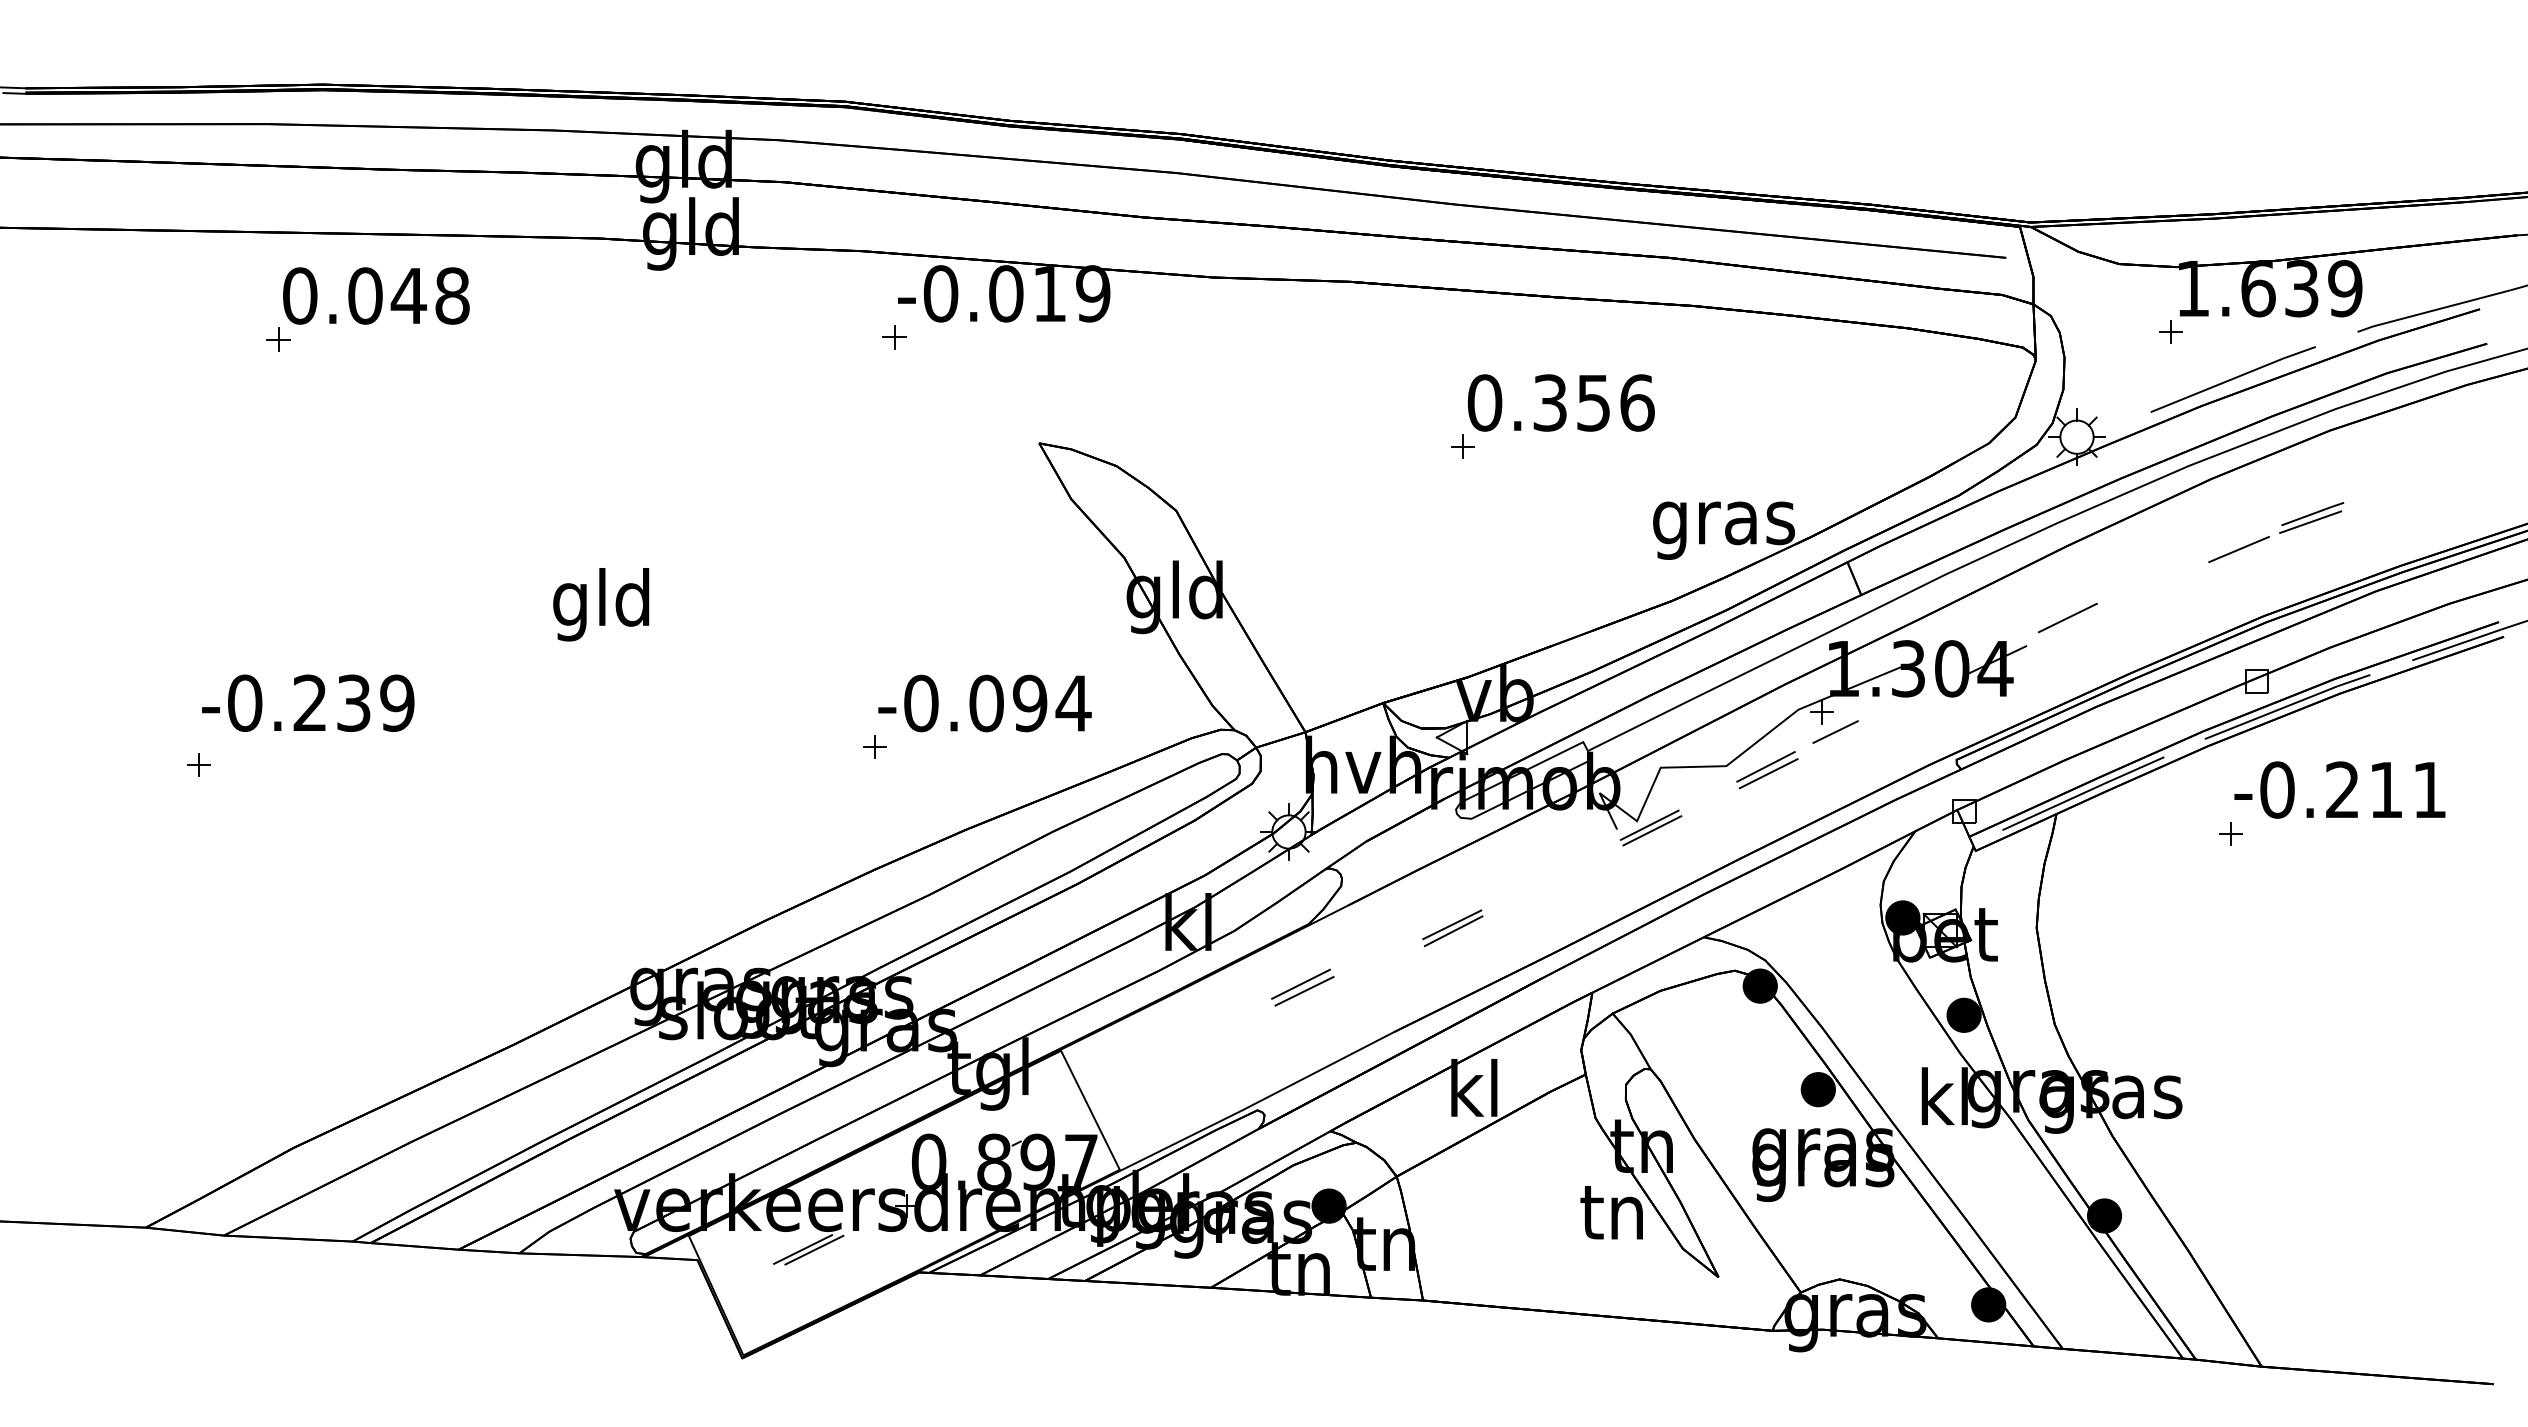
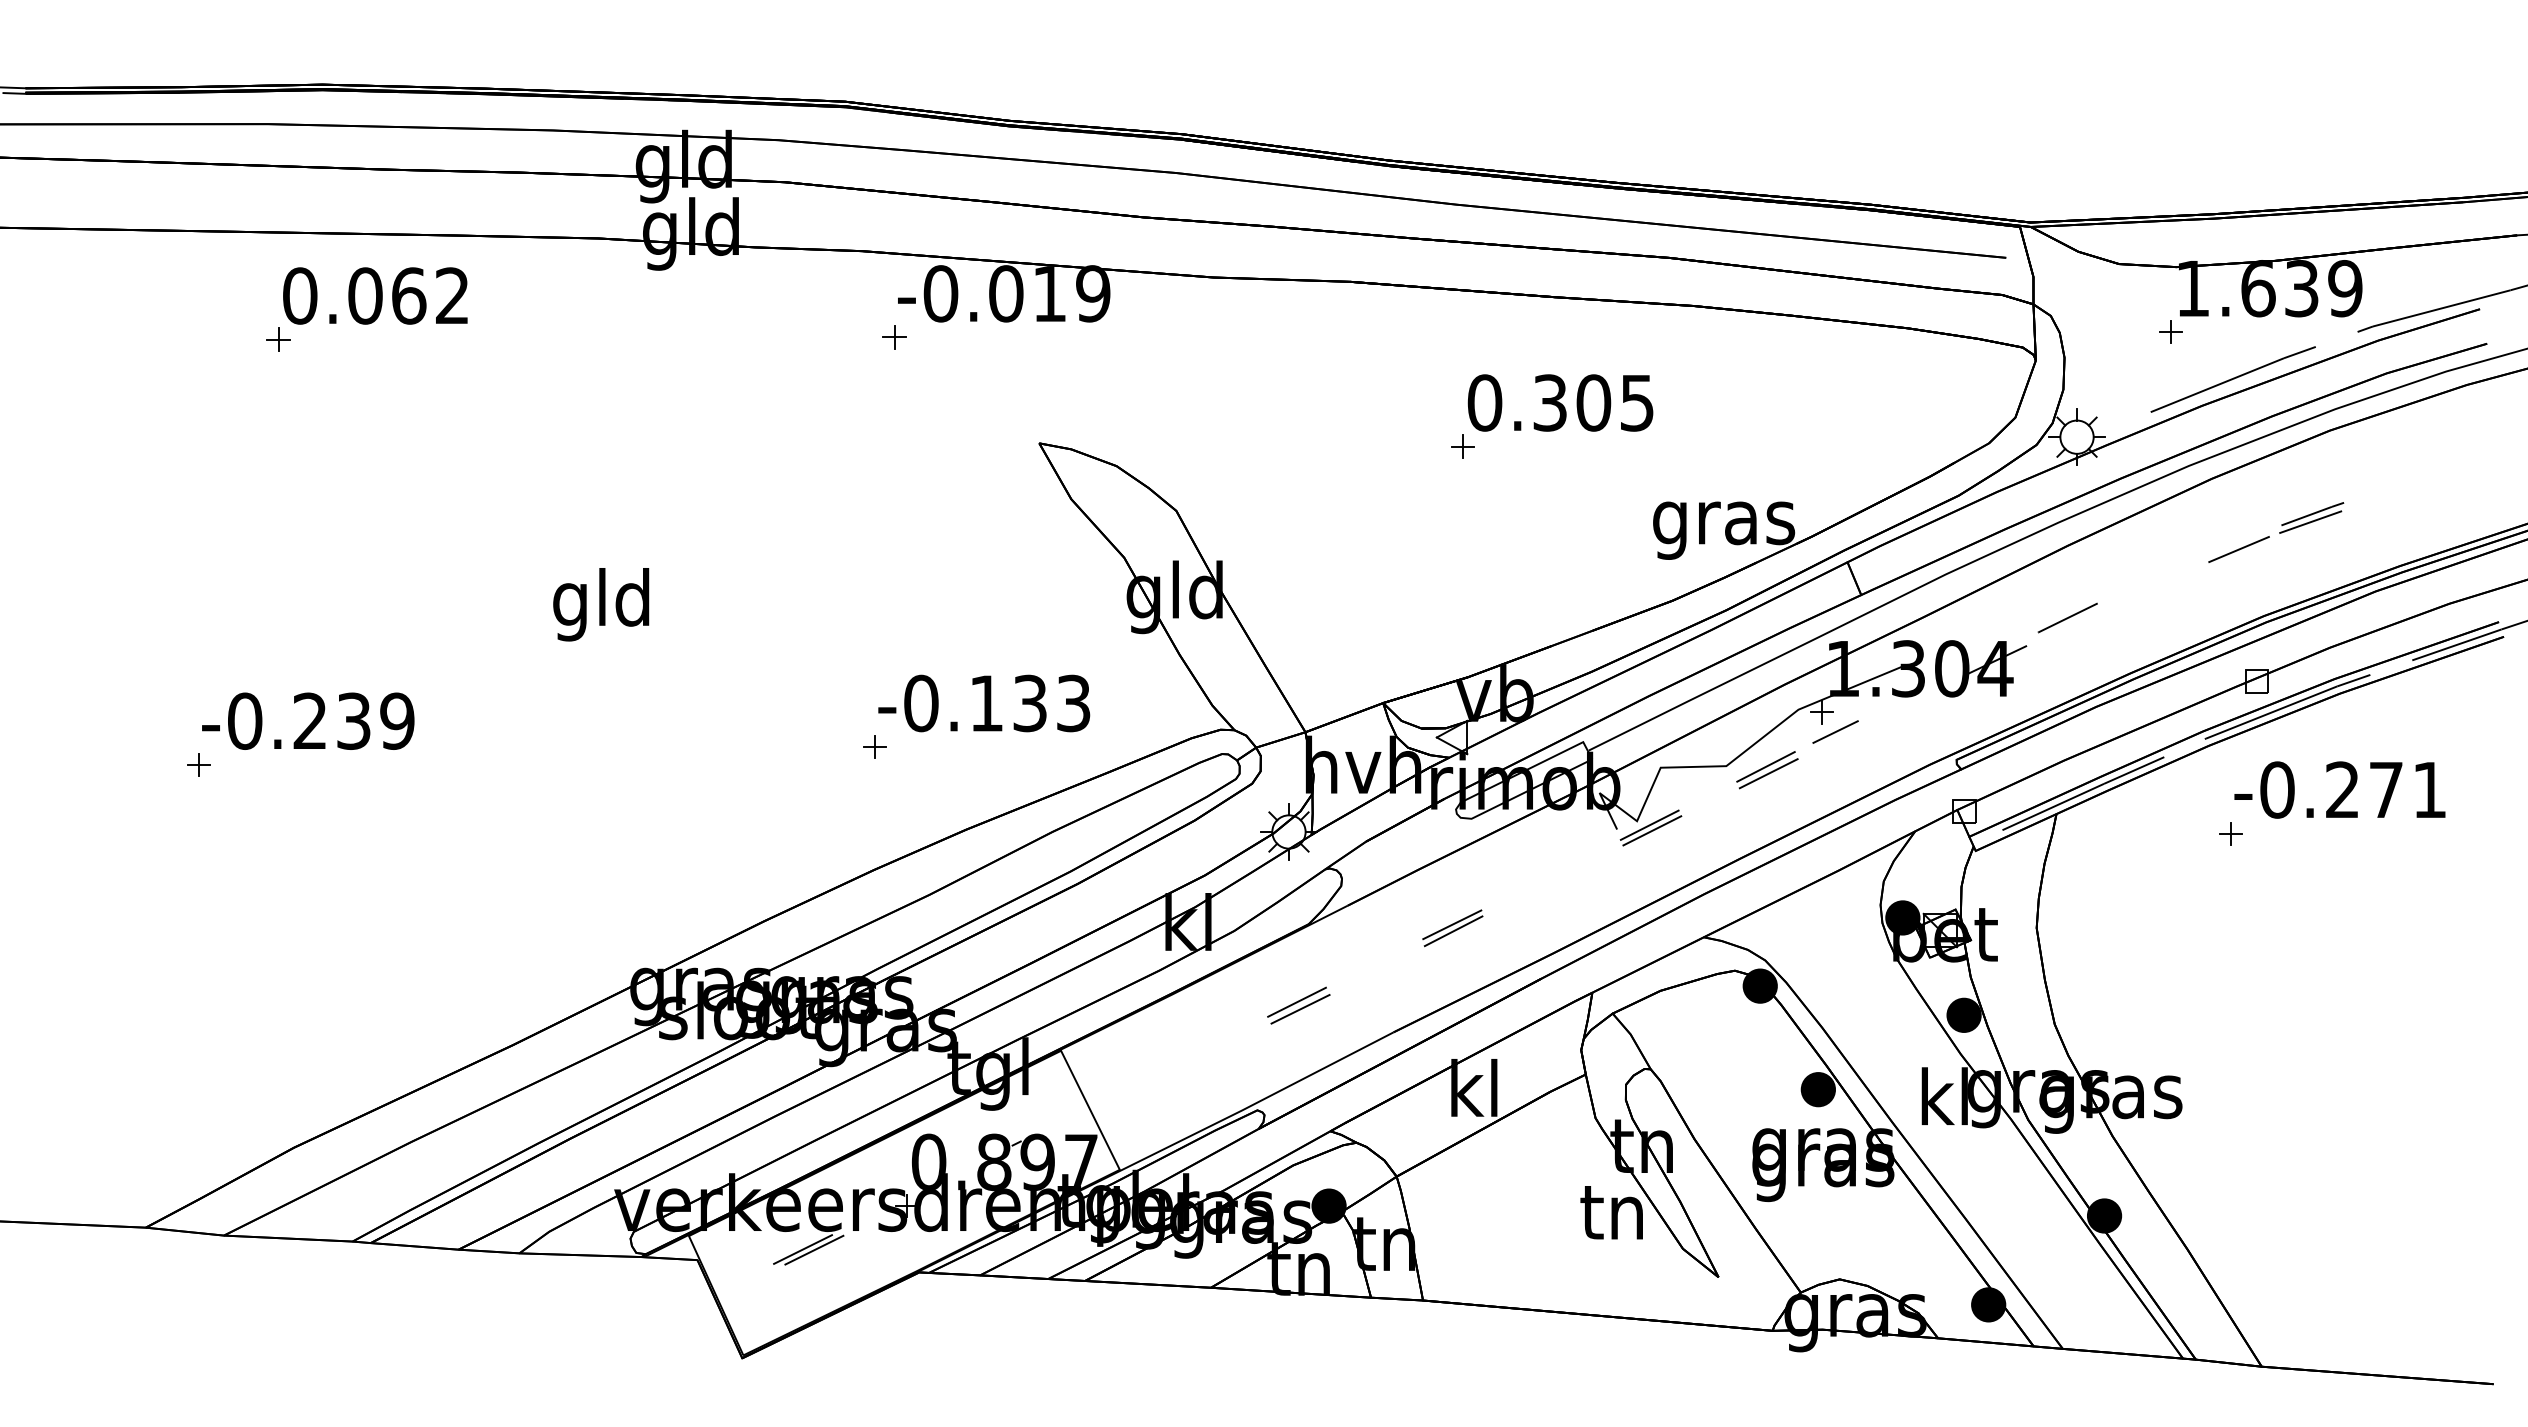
text at (429, 295): 0.048 -> 0.062
text at (1615, 402): 0.356 -> 0.305
text at (308, 702) position: (308, 702) -> (308, 720)
text at (1030, 703): -0.094 -> -0.133
text at (2386, 789): -0.211 -> -0.271
part at (1302, 987) position: (1302, 987) -> (1298, 1005)
